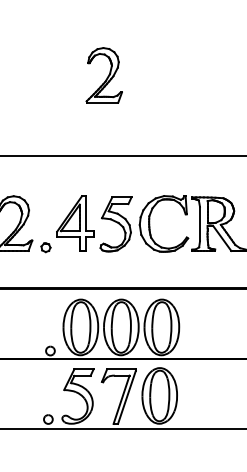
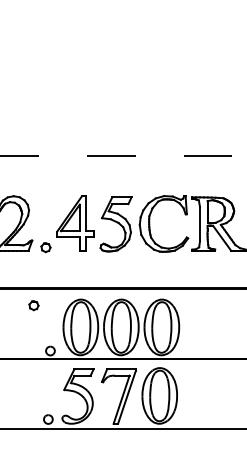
part at (103, 75): present -> none
line at (123, 155): solid -> dashed
part at (33, 305): none -> present
